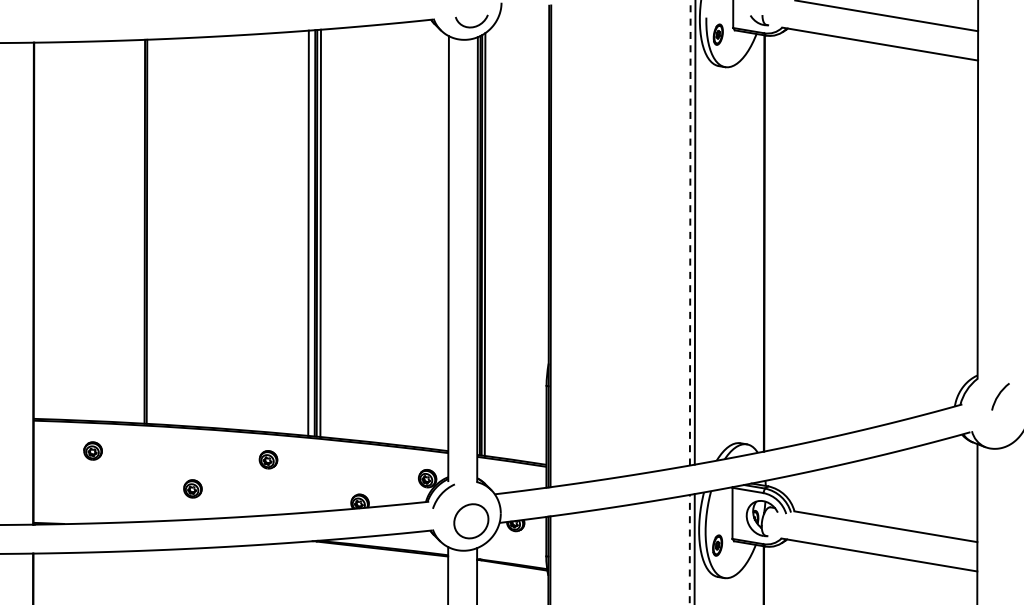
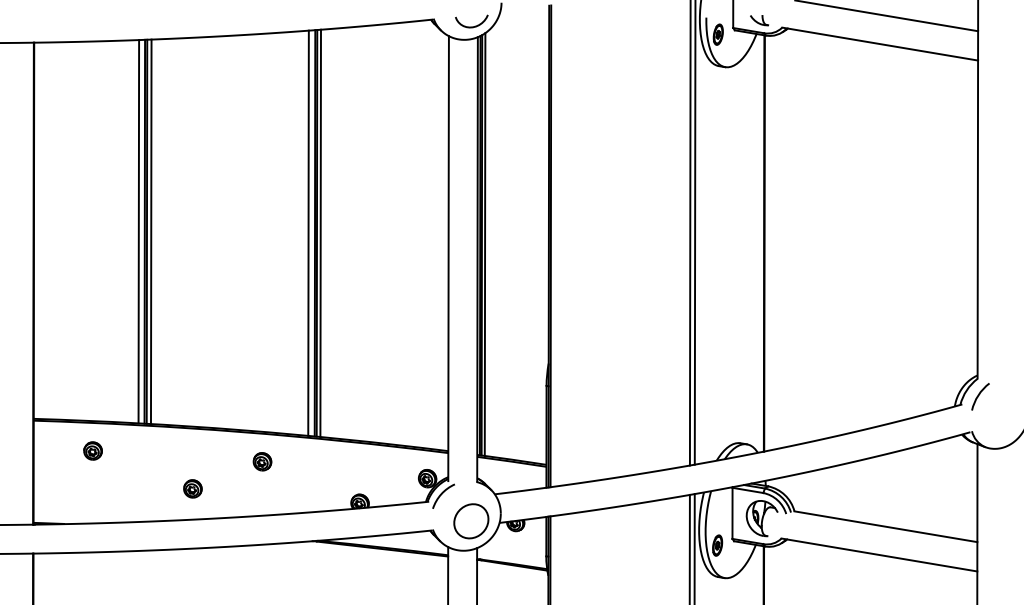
line at (138, 231): none -> present
line at (150, 231): none -> present
line at (690, 232): dashed -> solid
arc at (999, 395) position: (999, 395) -> (979, 395)
part at (268, 459) position: (268, 459) -> (262, 461)
line at (689, 549): dashed -> solid
